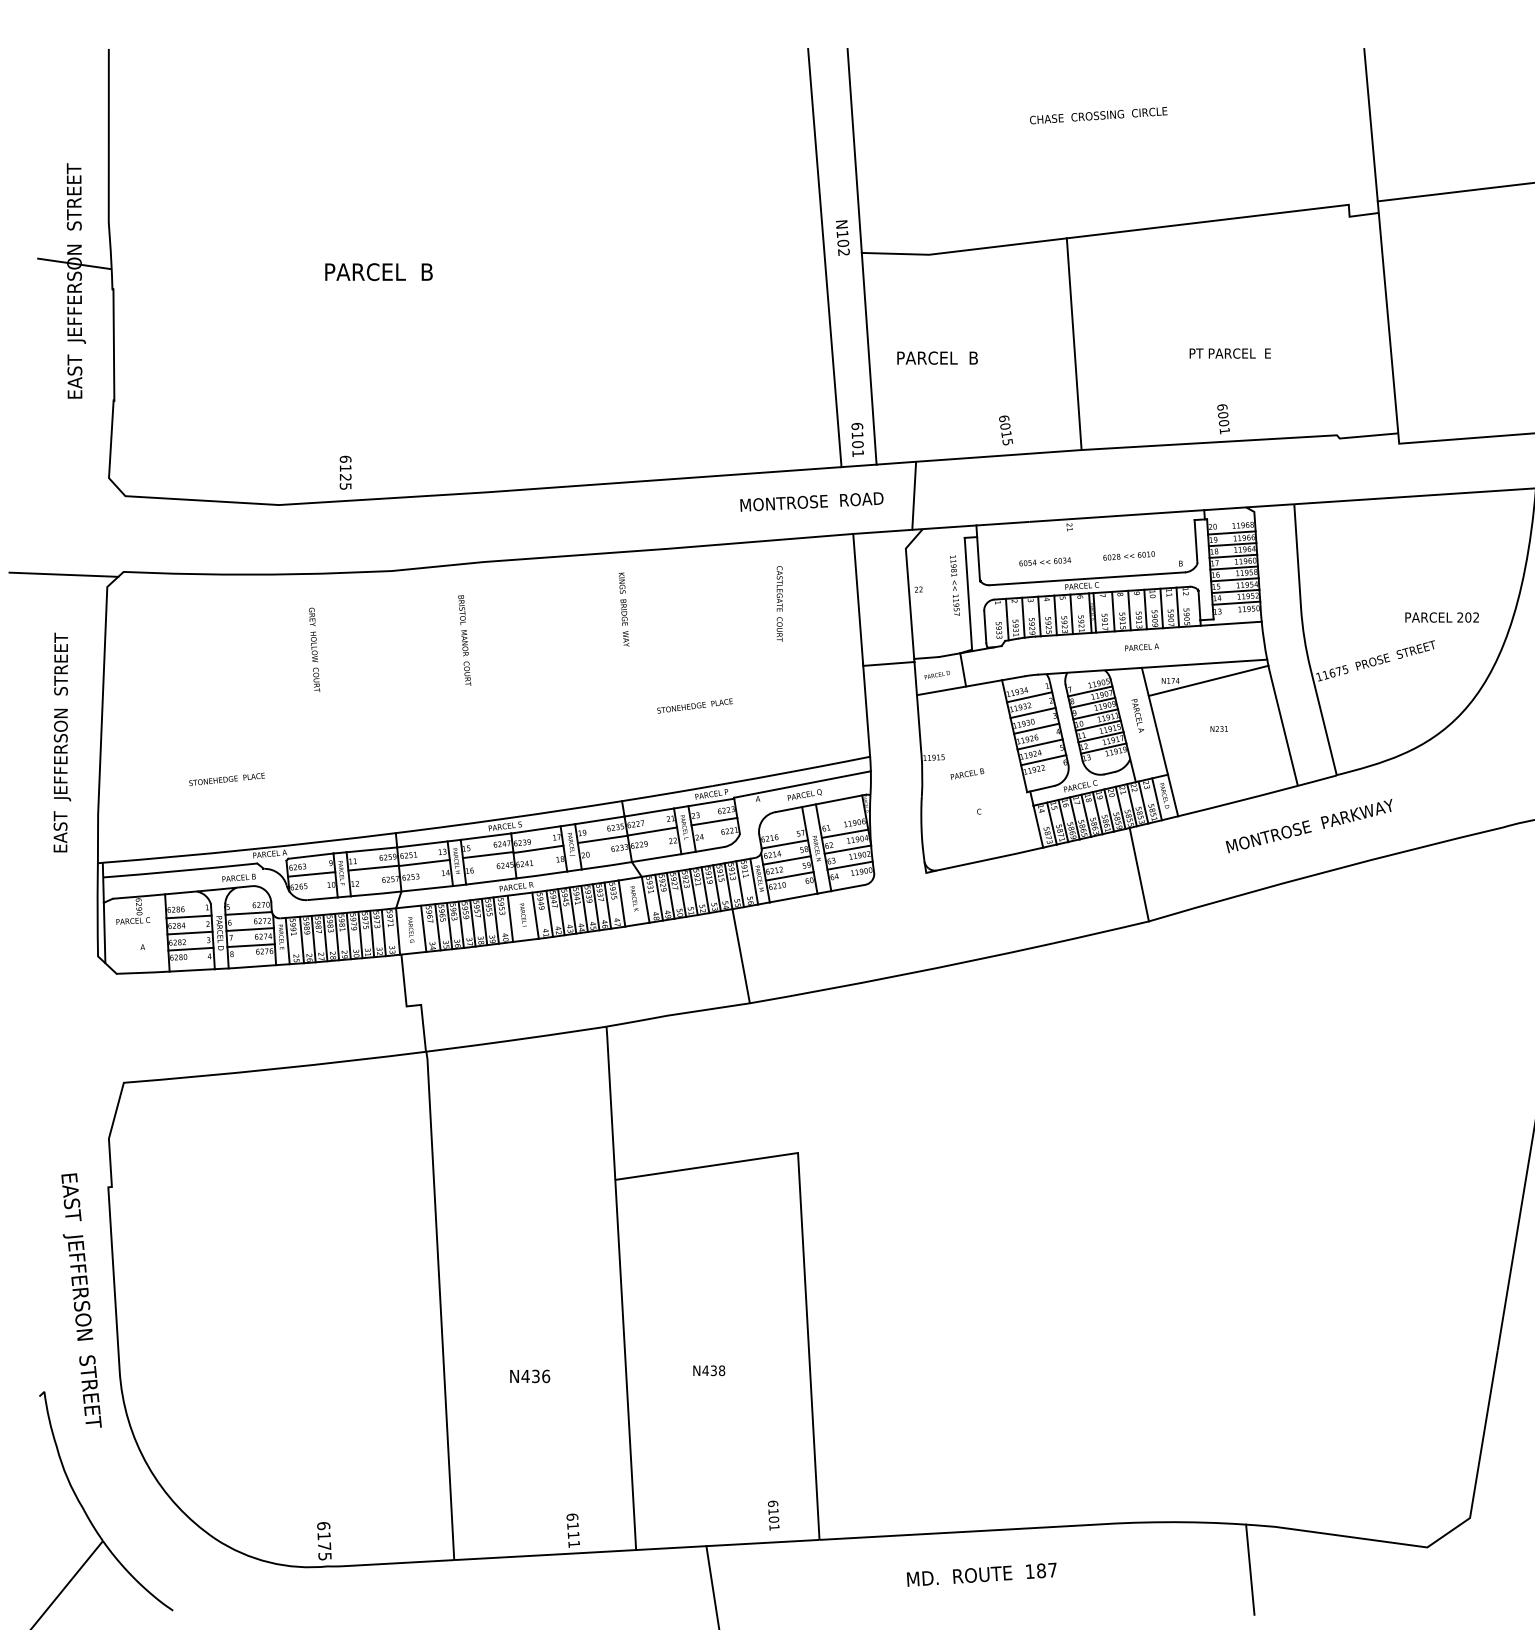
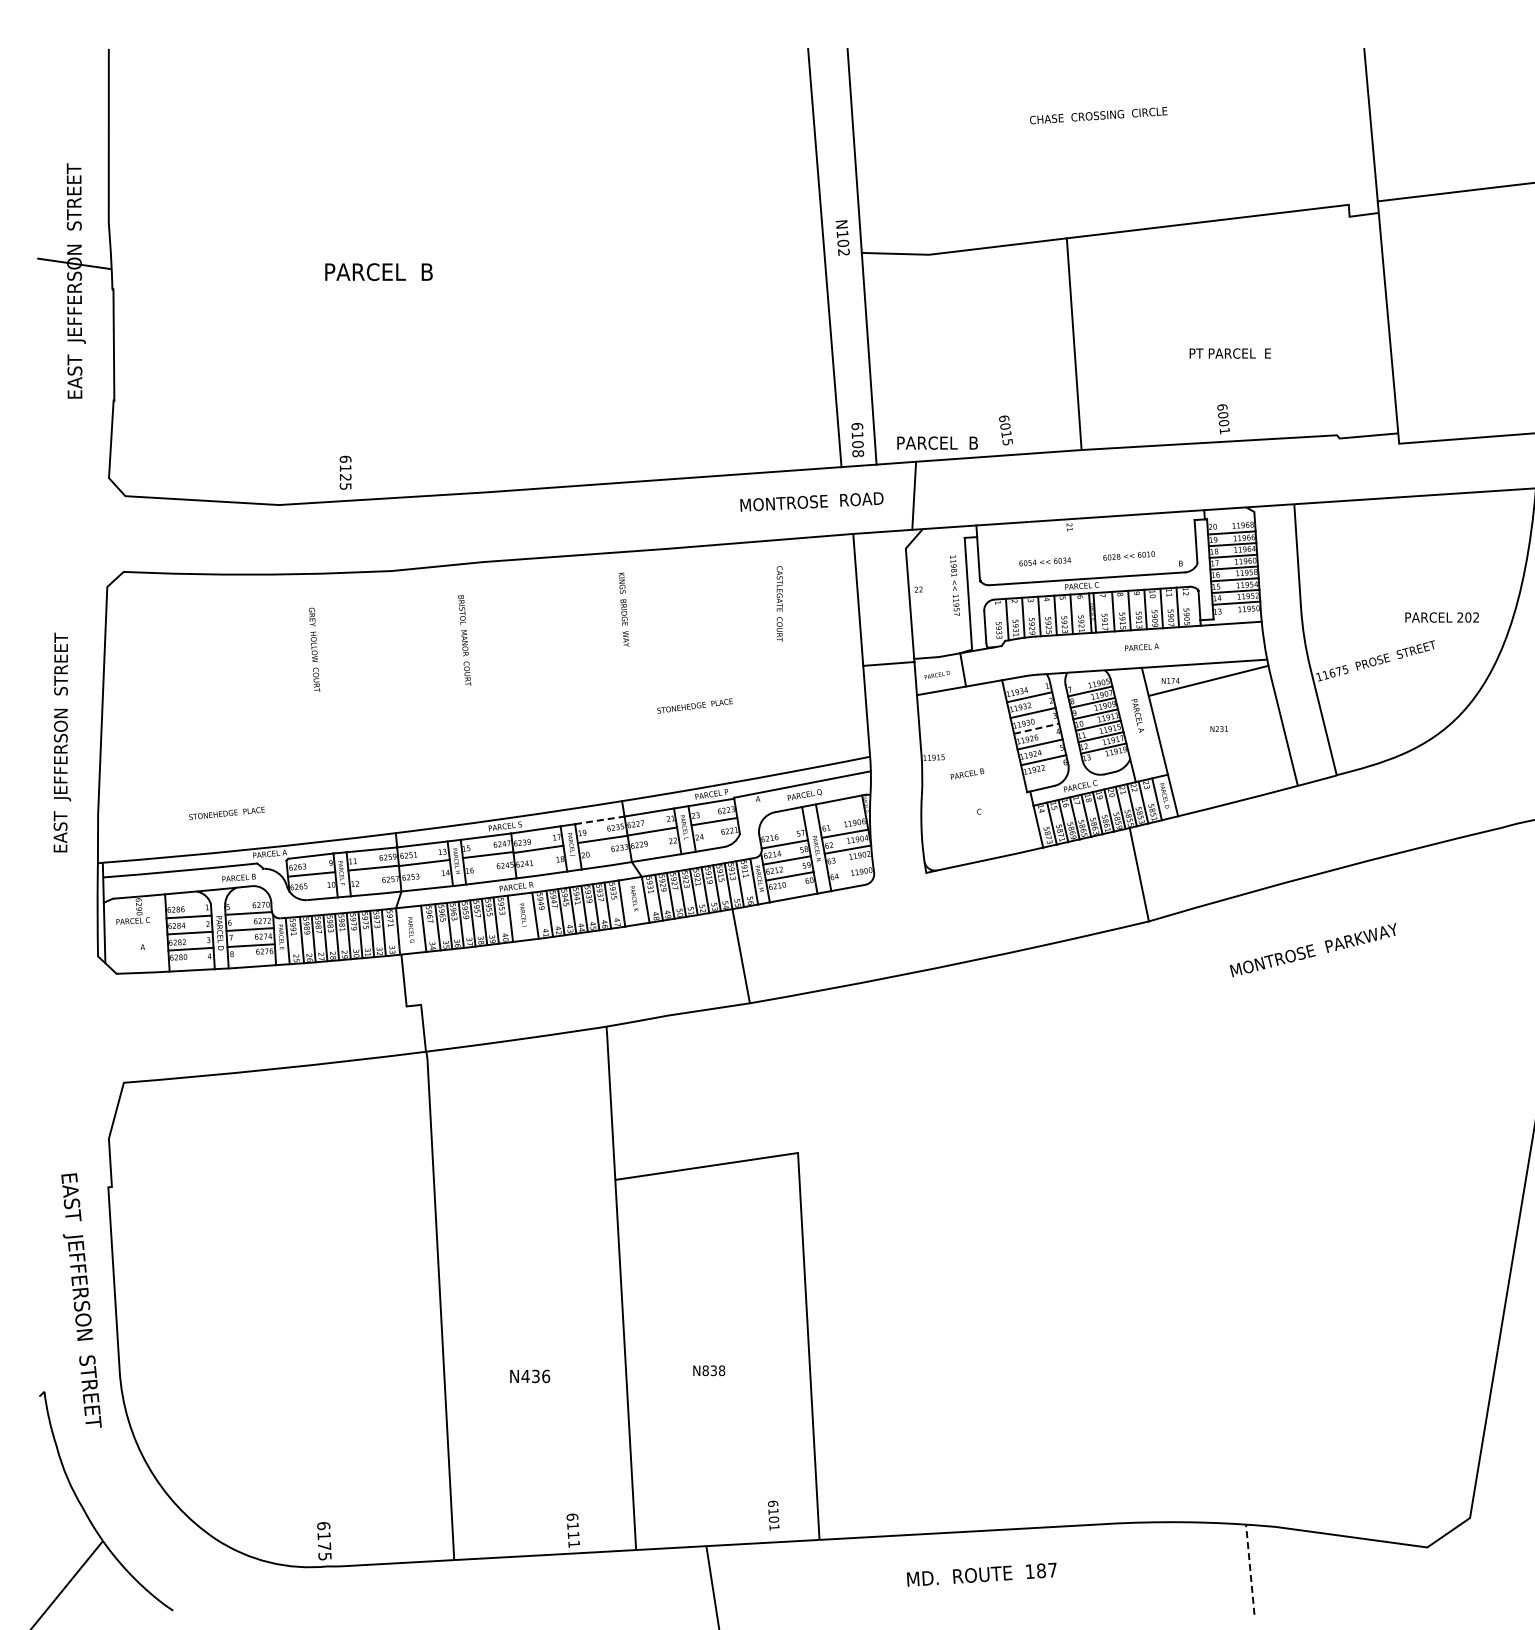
text at (937, 357) position: (937, 357) -> (937, 442)
text at (858, 453): 6101 -> 6108
line at (63, 574): present -> none
line at (1037, 728): solid -> dashed
text at (226, 779) position: (226, 779) -> (226, 813)
line at (600, 820): solid -> dashed
text at (1308, 826) position: (1308, 826) -> (1312, 950)
line at (849, 865): present -> none
text at (705, 1370): N438 -> N838
line at (1250, 1569): solid -> dashed
